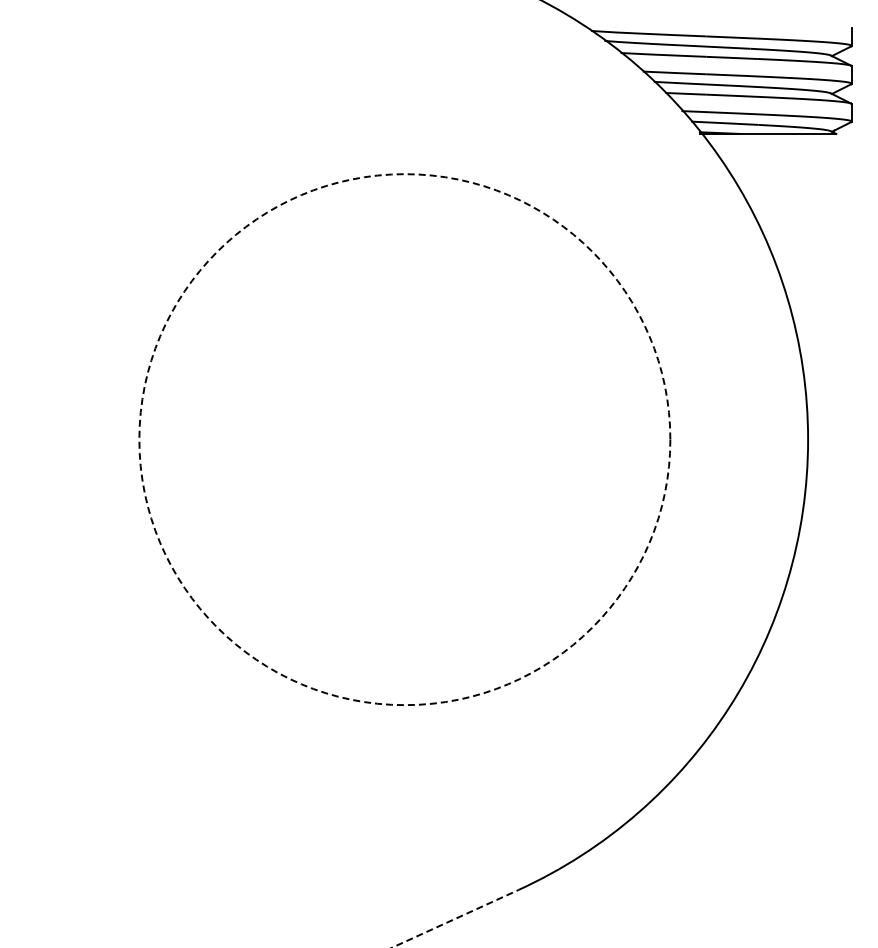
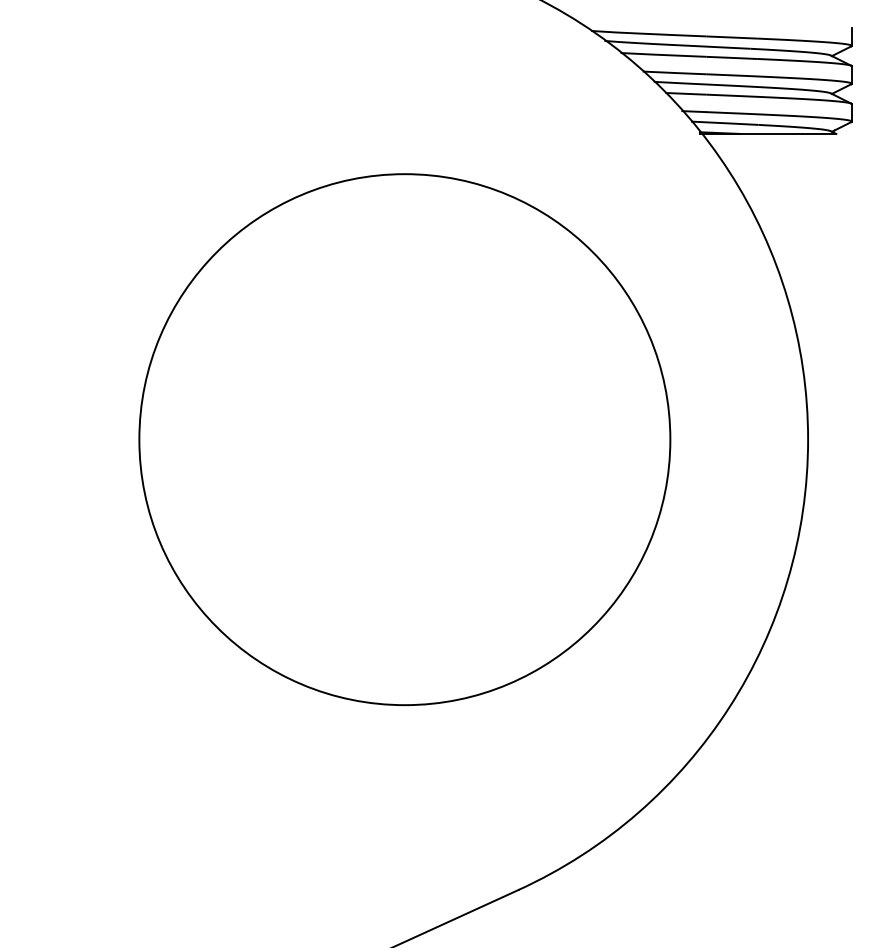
circle at (404, 439): dashed -> solid
line at (455, 918): dashed -> solid
